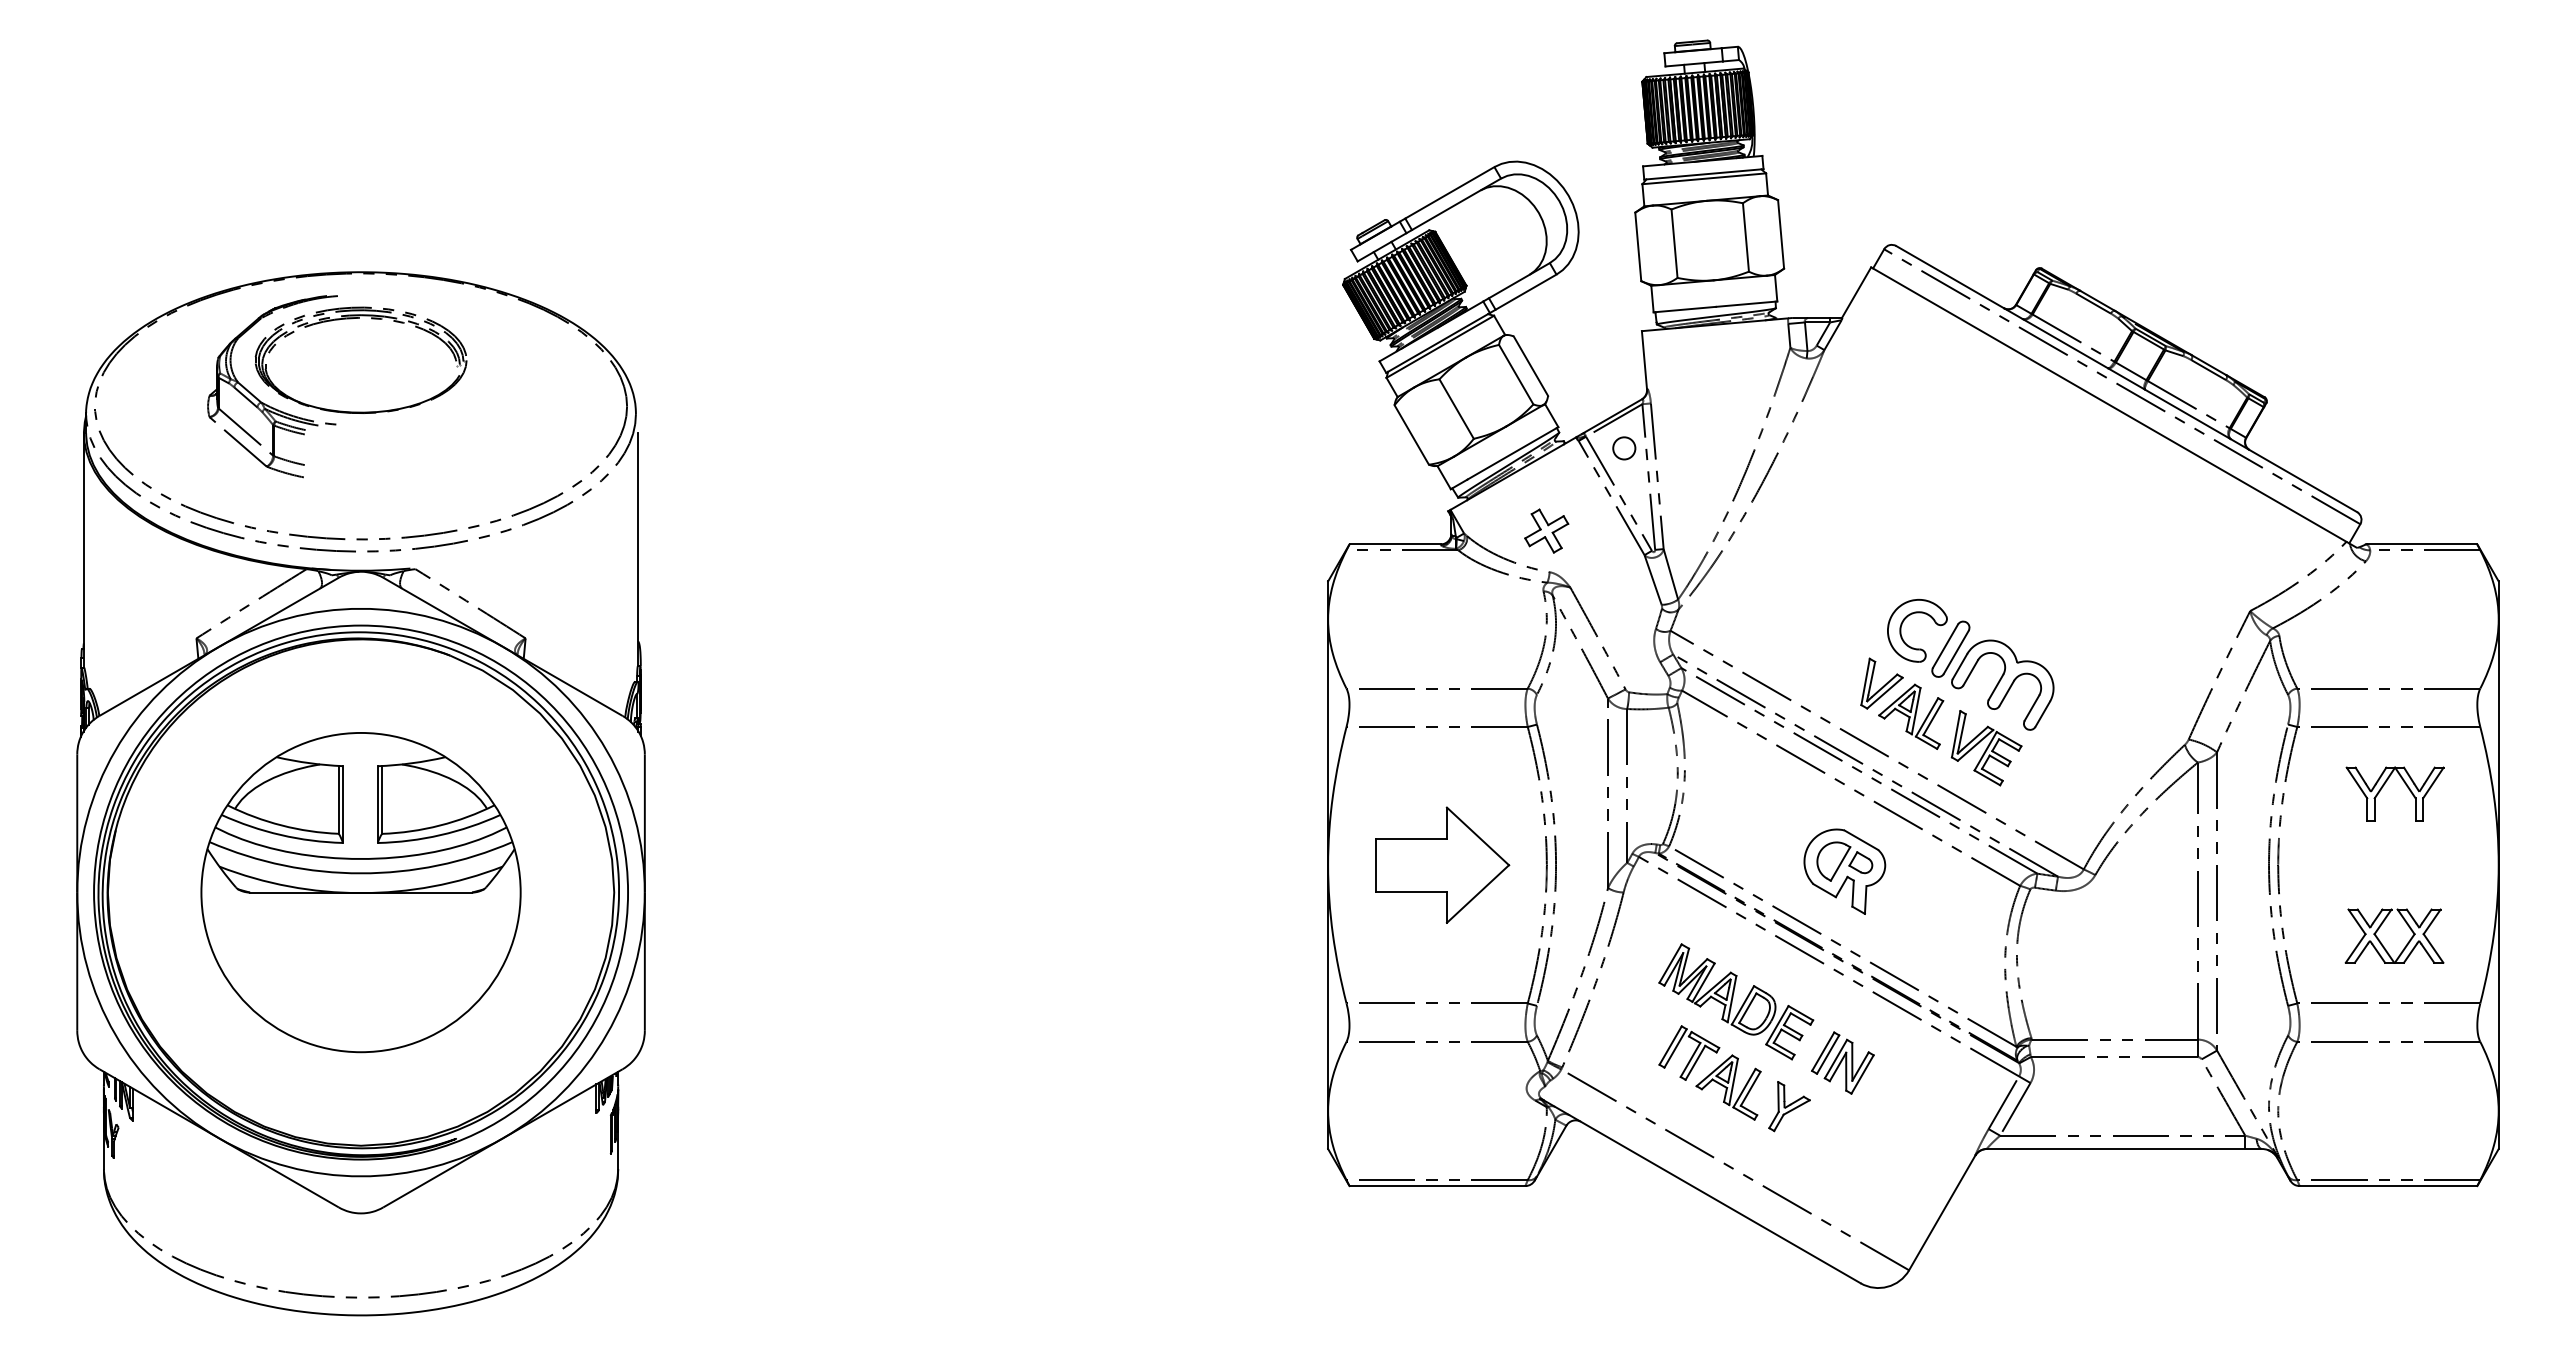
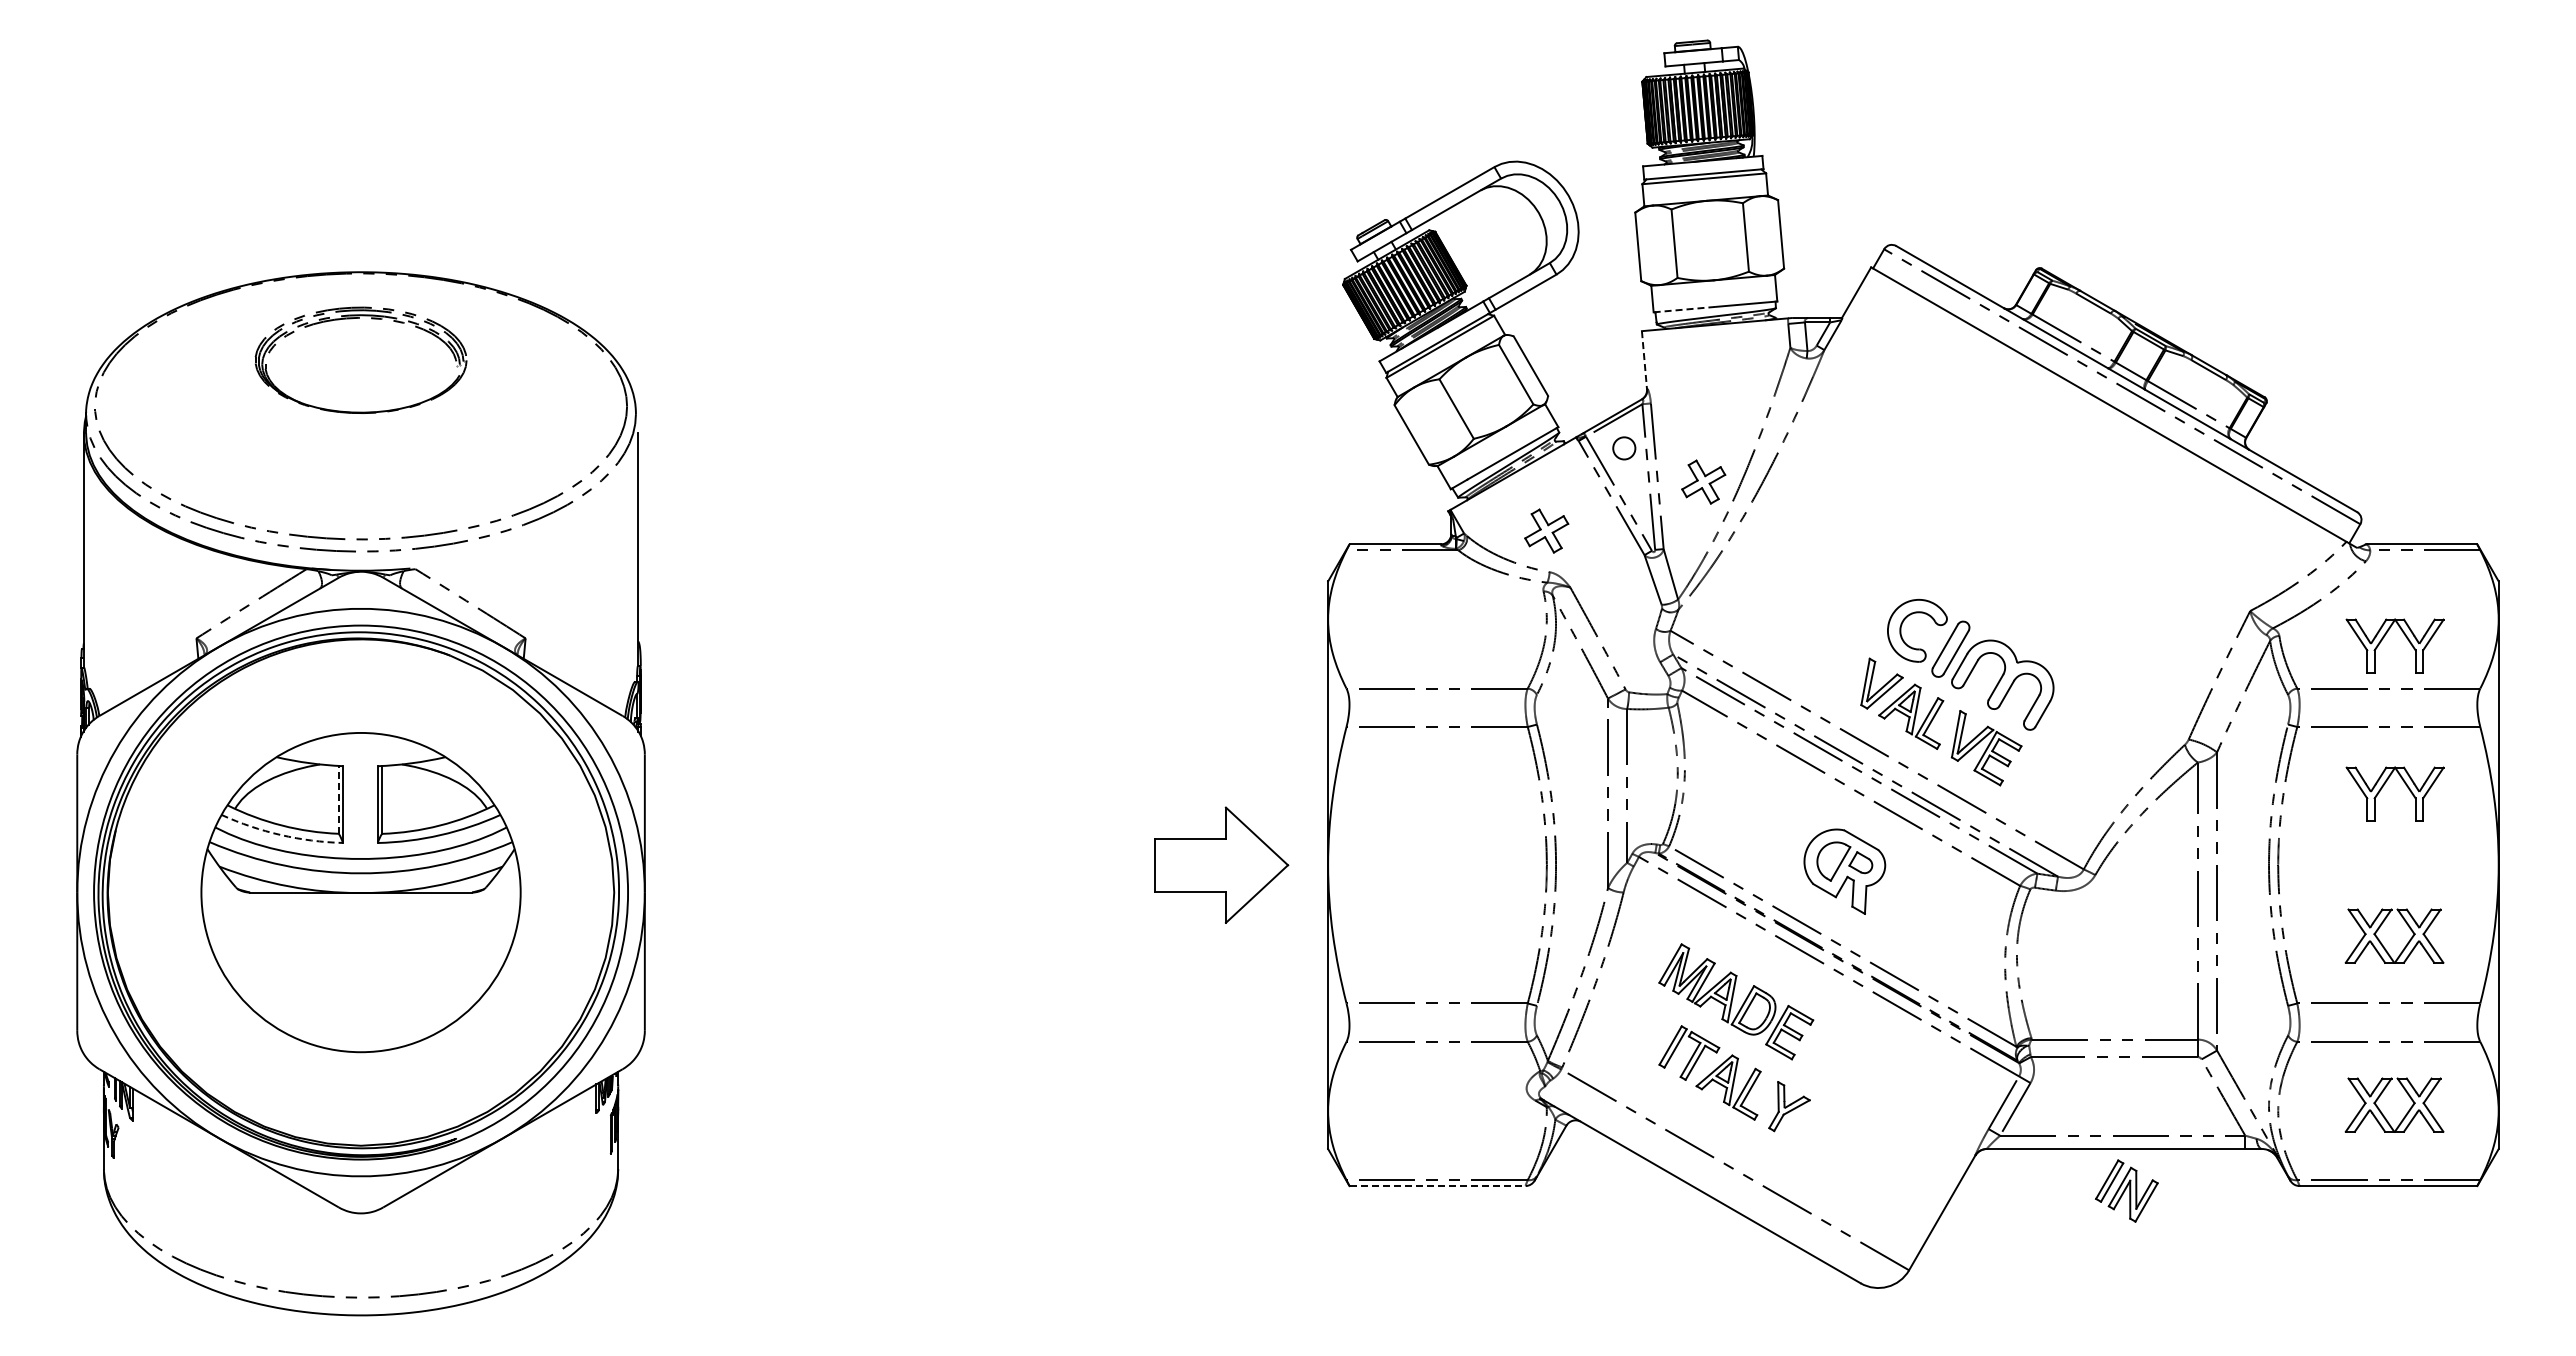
line at (1685, 309): solid -> dashed
line at (1644, 360): solid -> dashed
part at (263, 402): present -> none
part at (1703, 481): none -> present
part at (2383, 639): none -> present
line at (338, 799): solid -> dashed
arc at (280, 835): solid -> dashed
part at (1442, 864) position: (1442, 864) -> (1221, 864)
part at (1842, 1062) position: (1842, 1062) -> (2126, 1190)
part at (2382, 1112): none -> present
line at (1438, 1186): solid -> dashed
